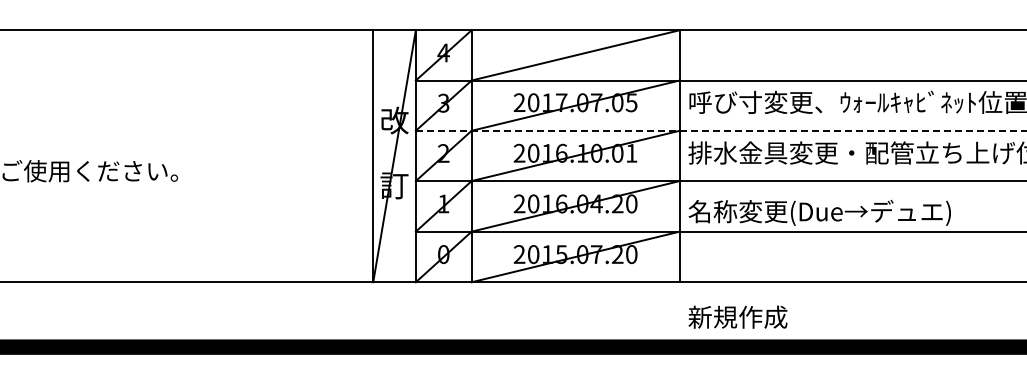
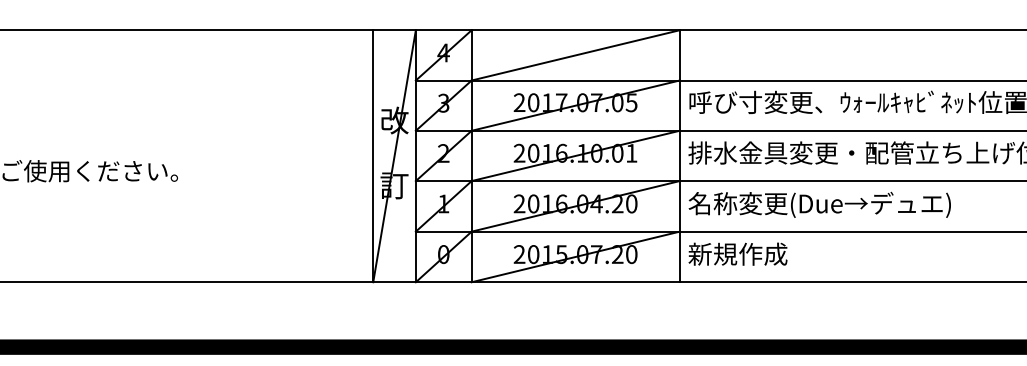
line at (721, 130): dashed -> solid
text at (819, 212) position: (819, 212) -> (819, 204)
text at (737, 316) position: (737, 316) -> (737, 253)
